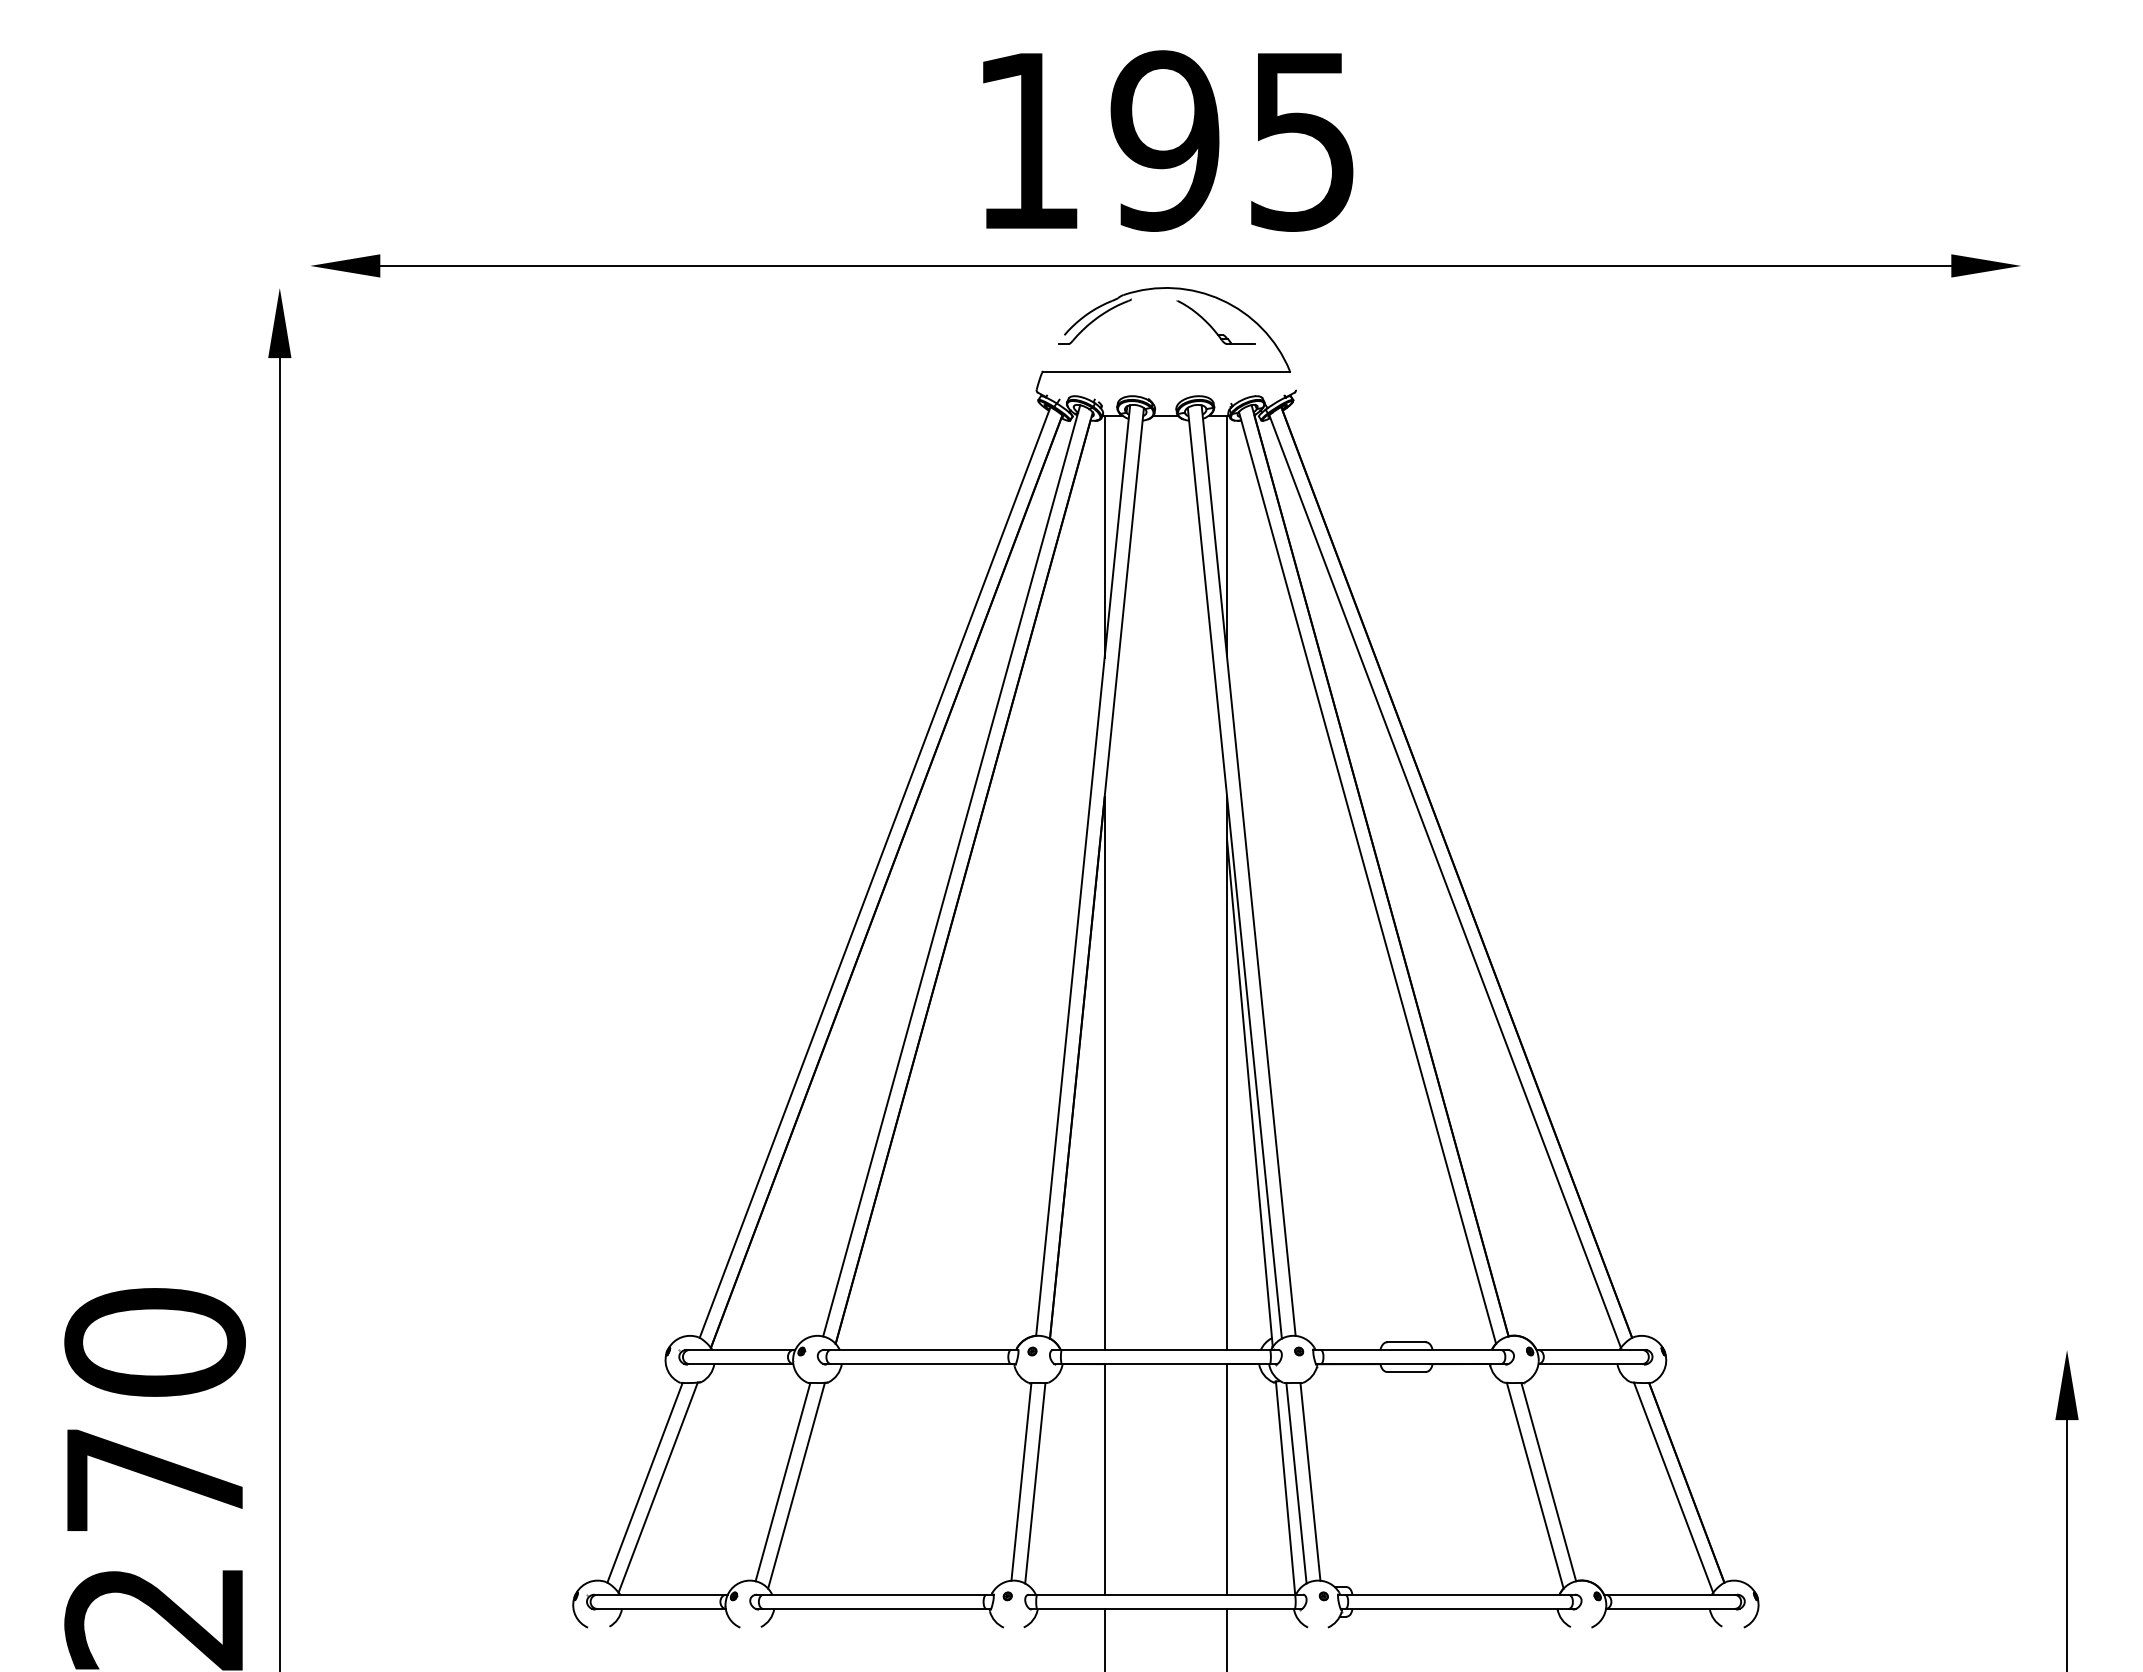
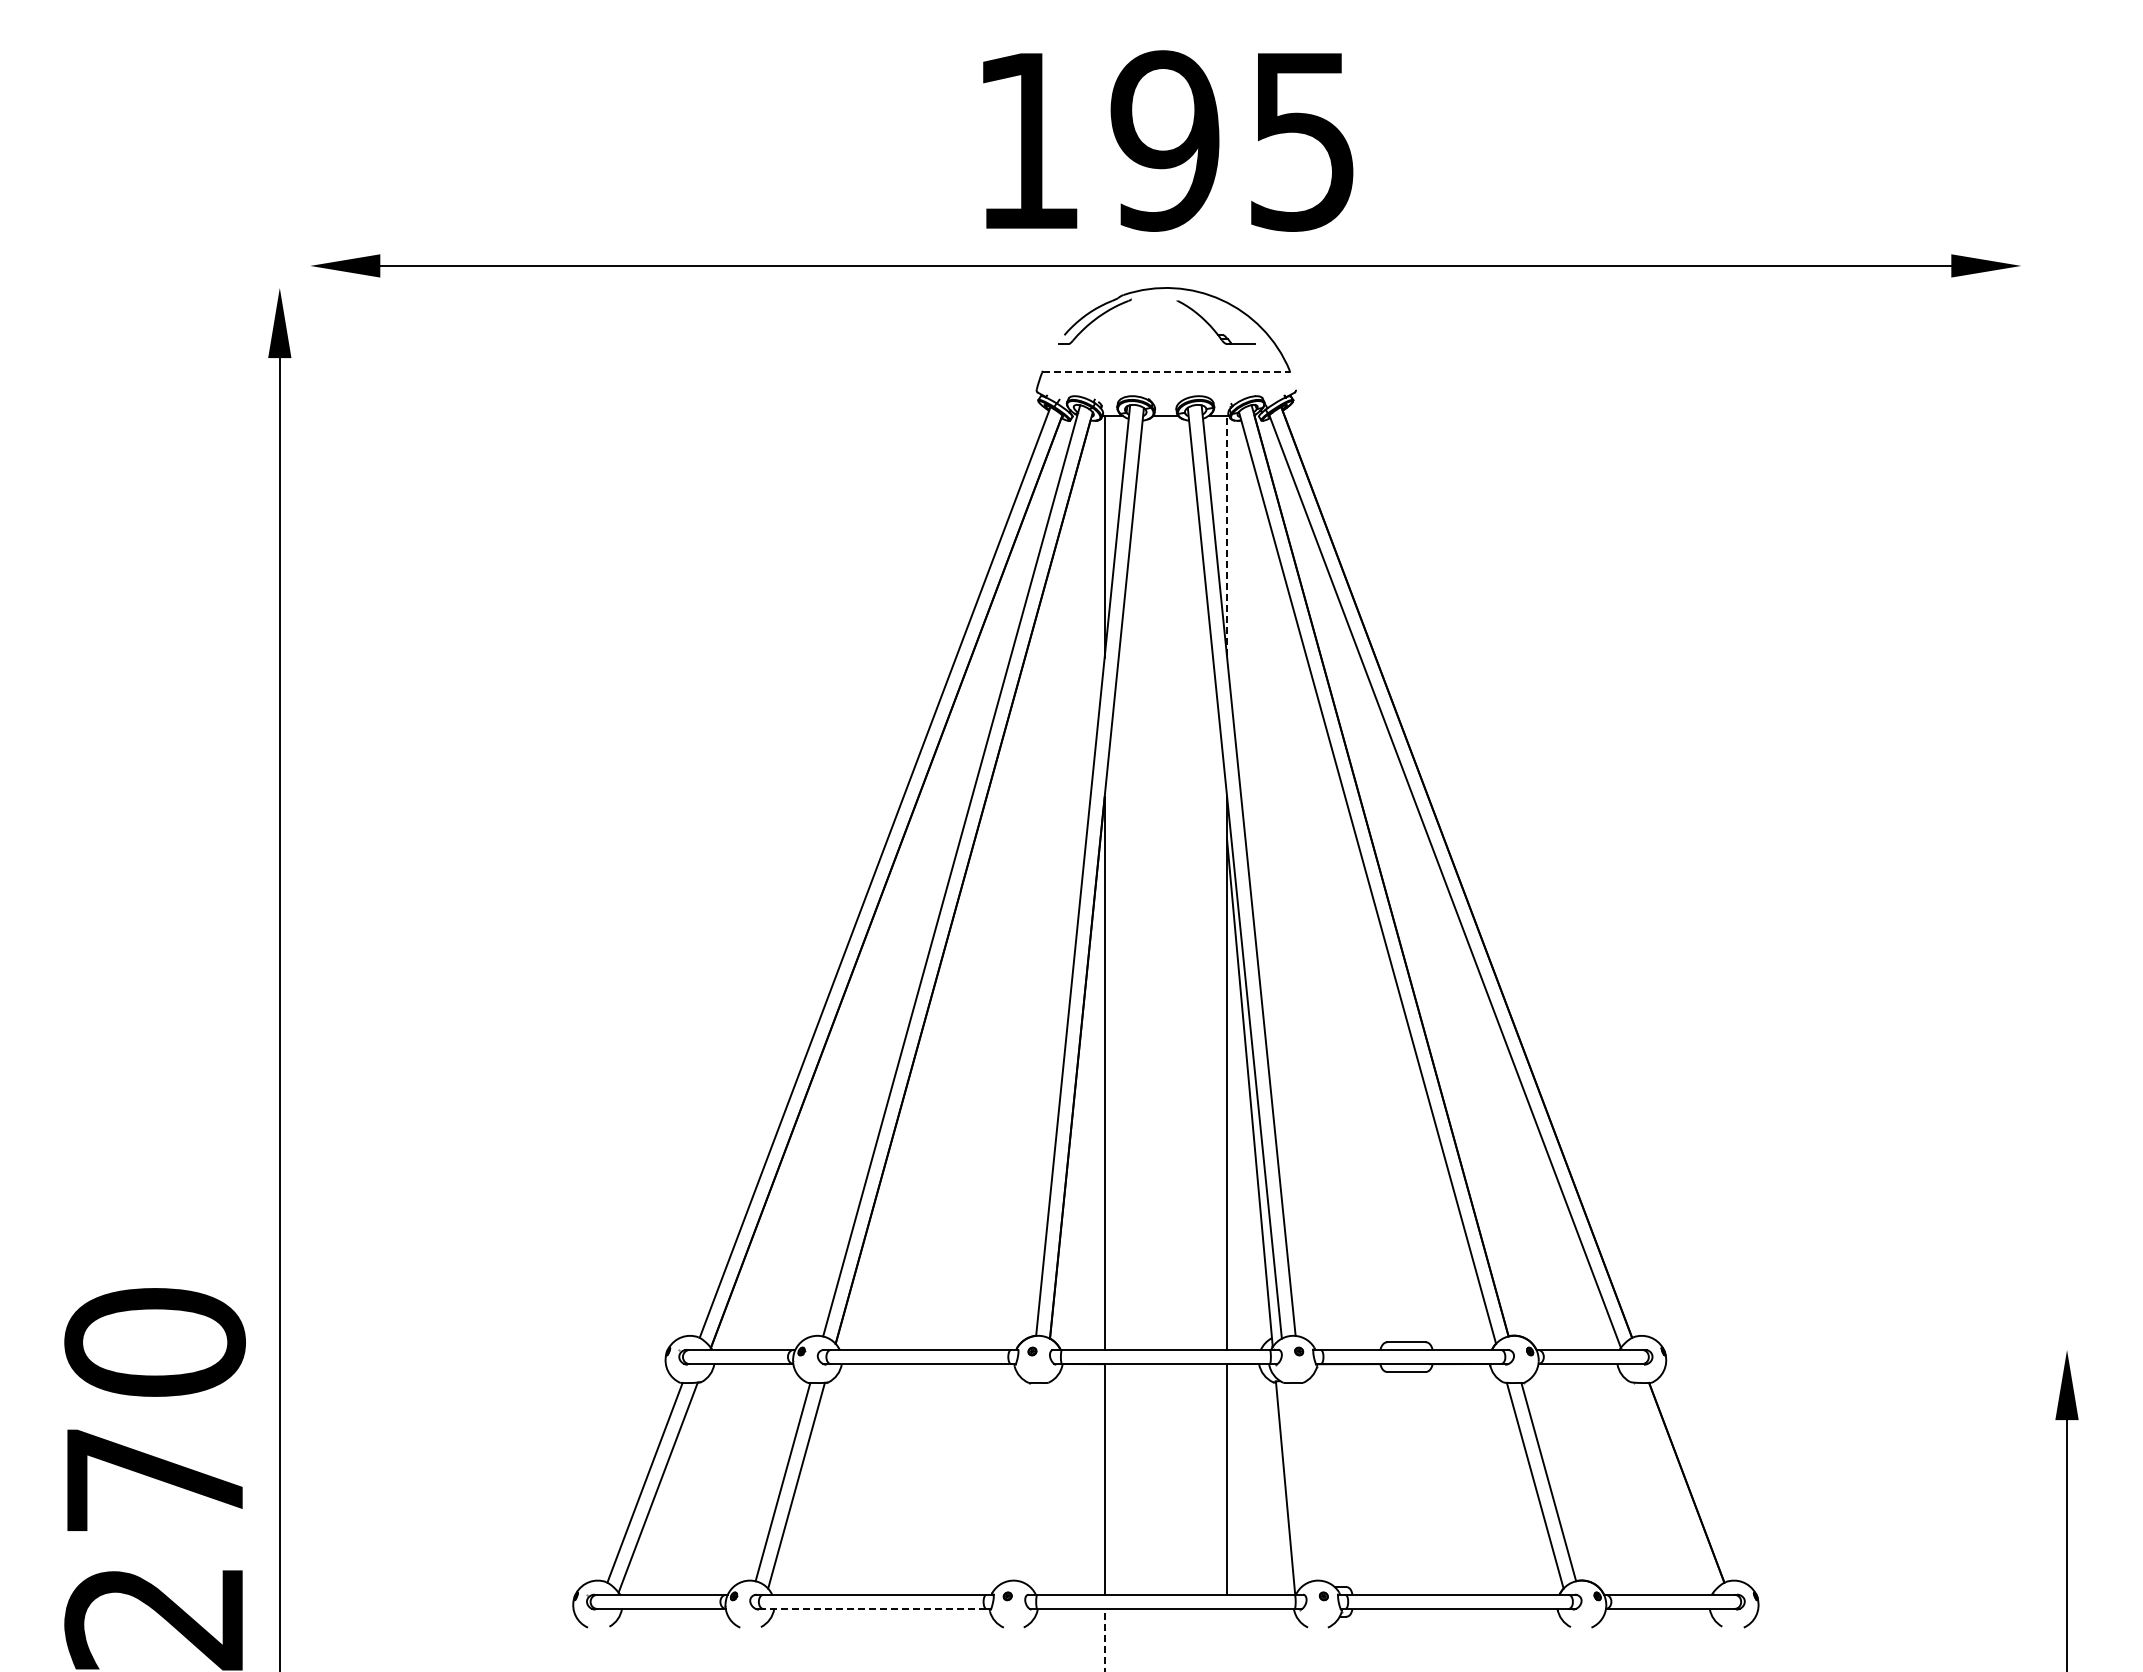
line at (1166, 372): solid -> dashed
line at (1227, 535): solid -> dashed
line at (1021, 1481): present -> none
line at (1310, 1481): present -> none
line at (1035, 1483): present -> none
line at (1296, 1483): present -> none
line at (1673, 1487): present -> none
line at (874, 1608): solid -> dashed
line at (1227, 1638): present -> none
line at (1104, 1639): solid -> dashed
